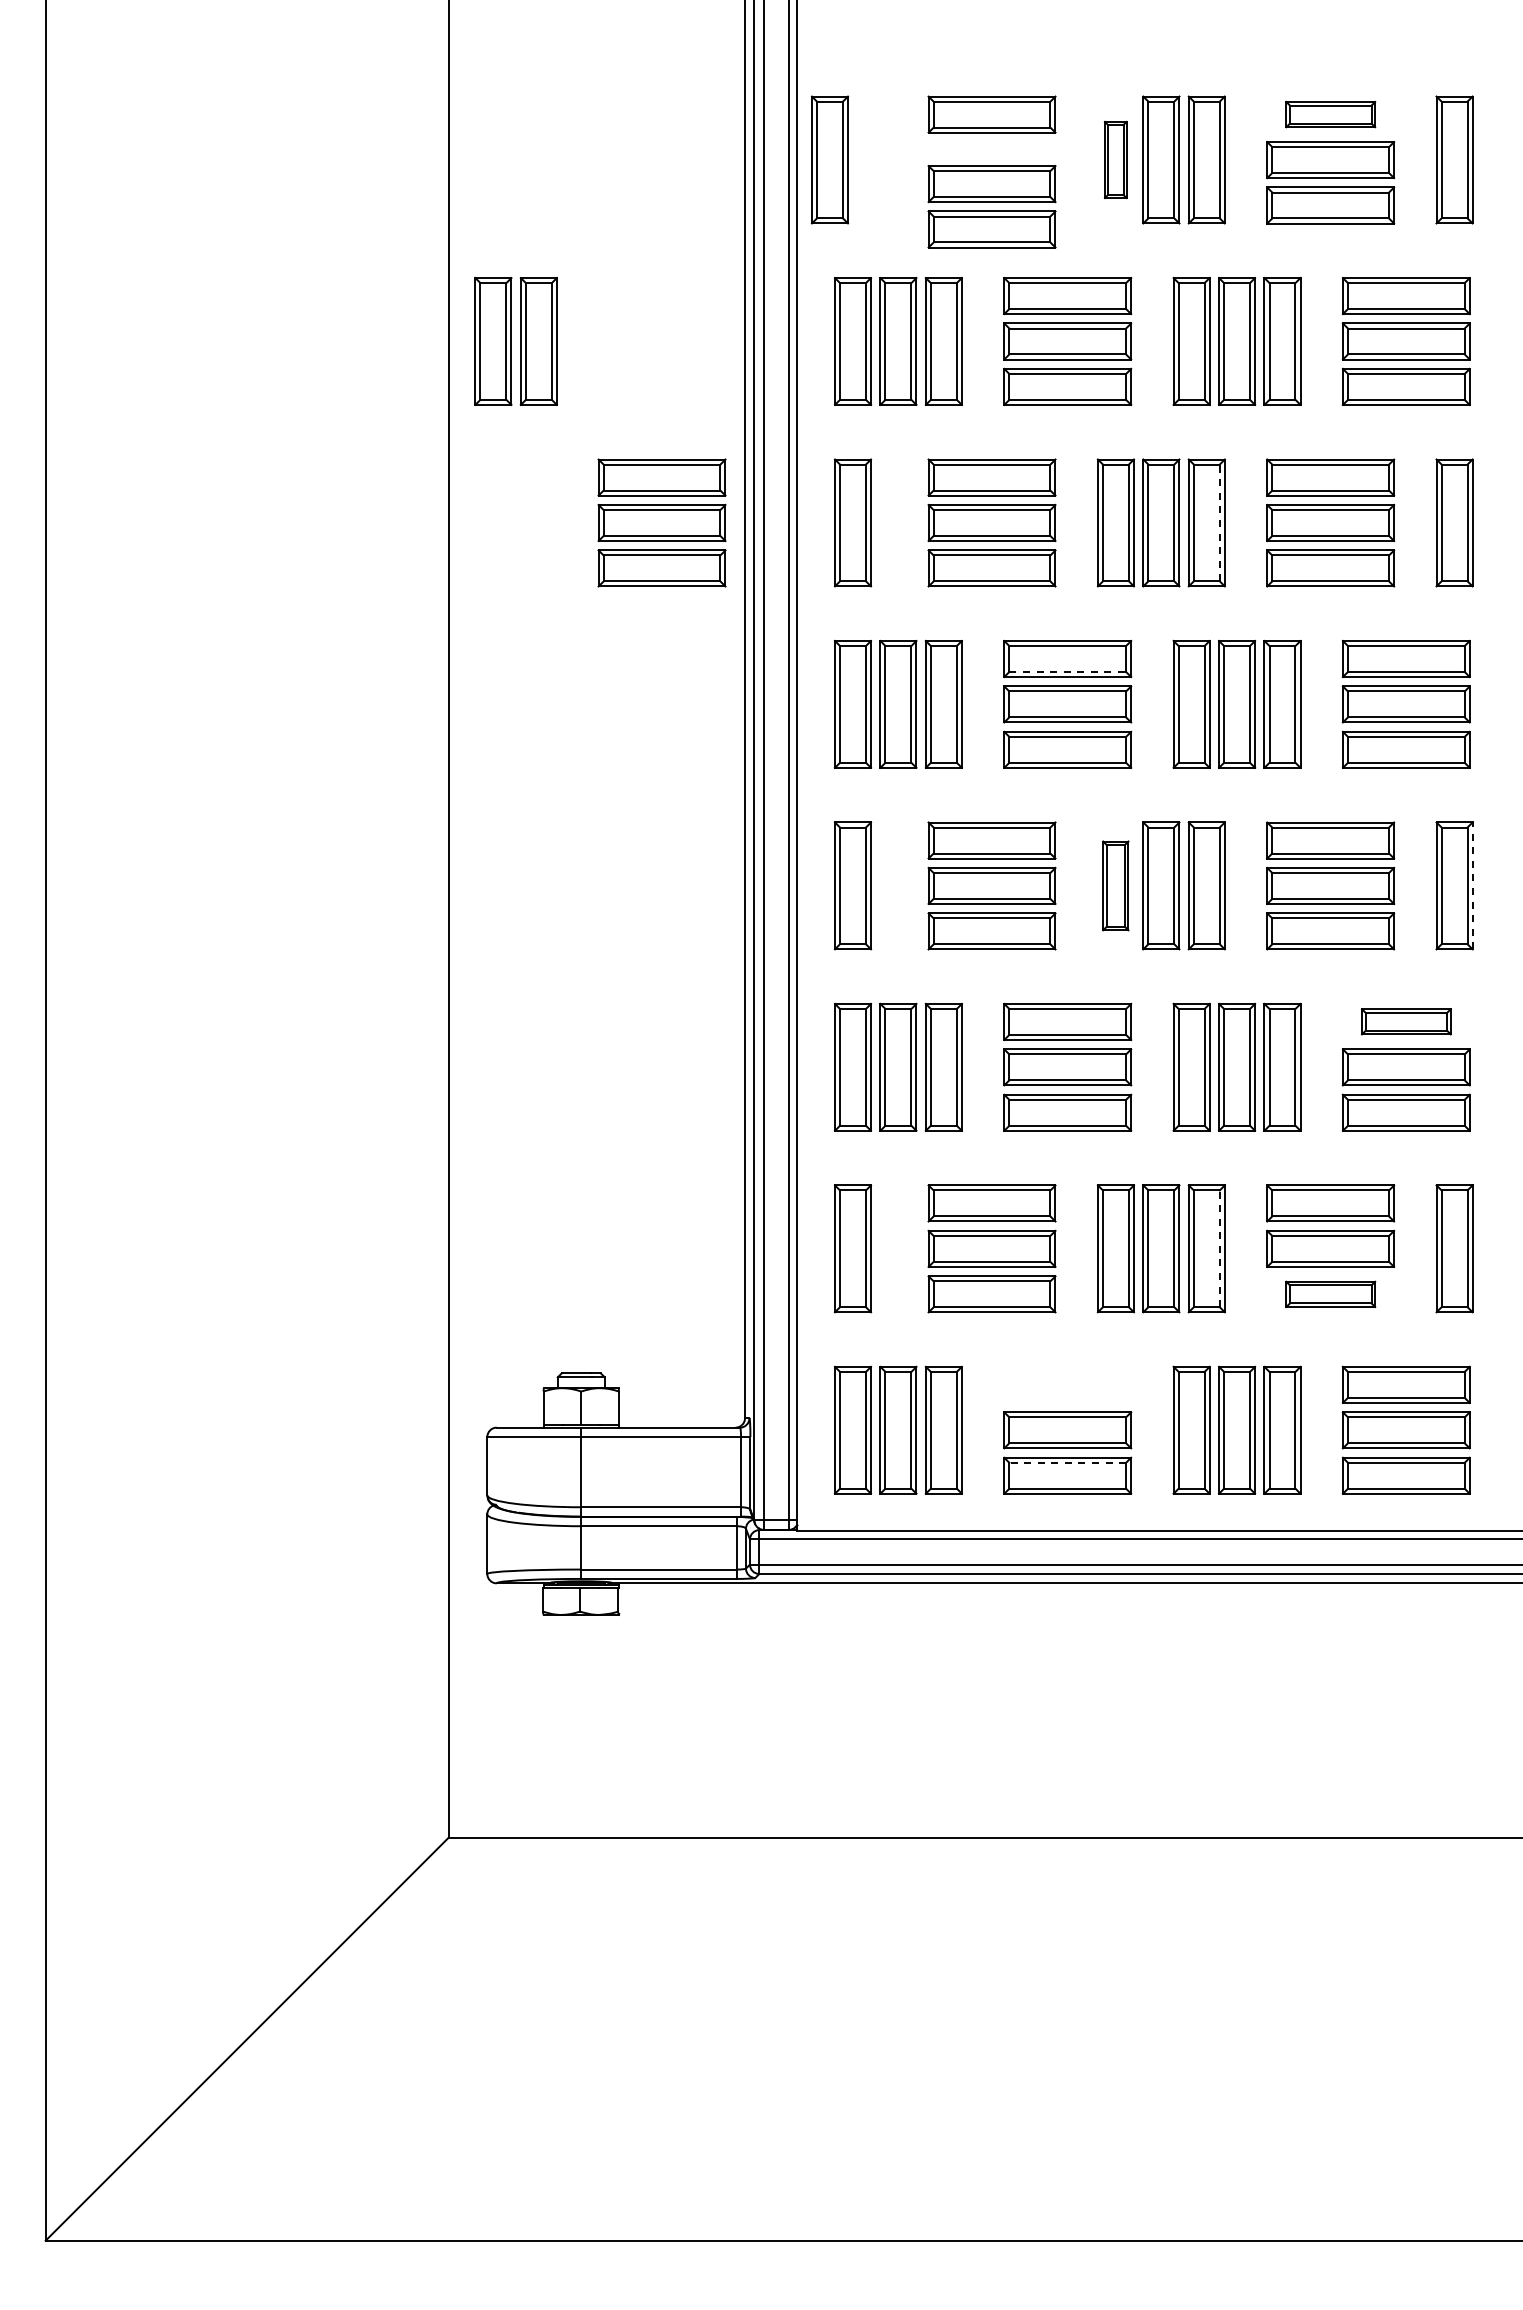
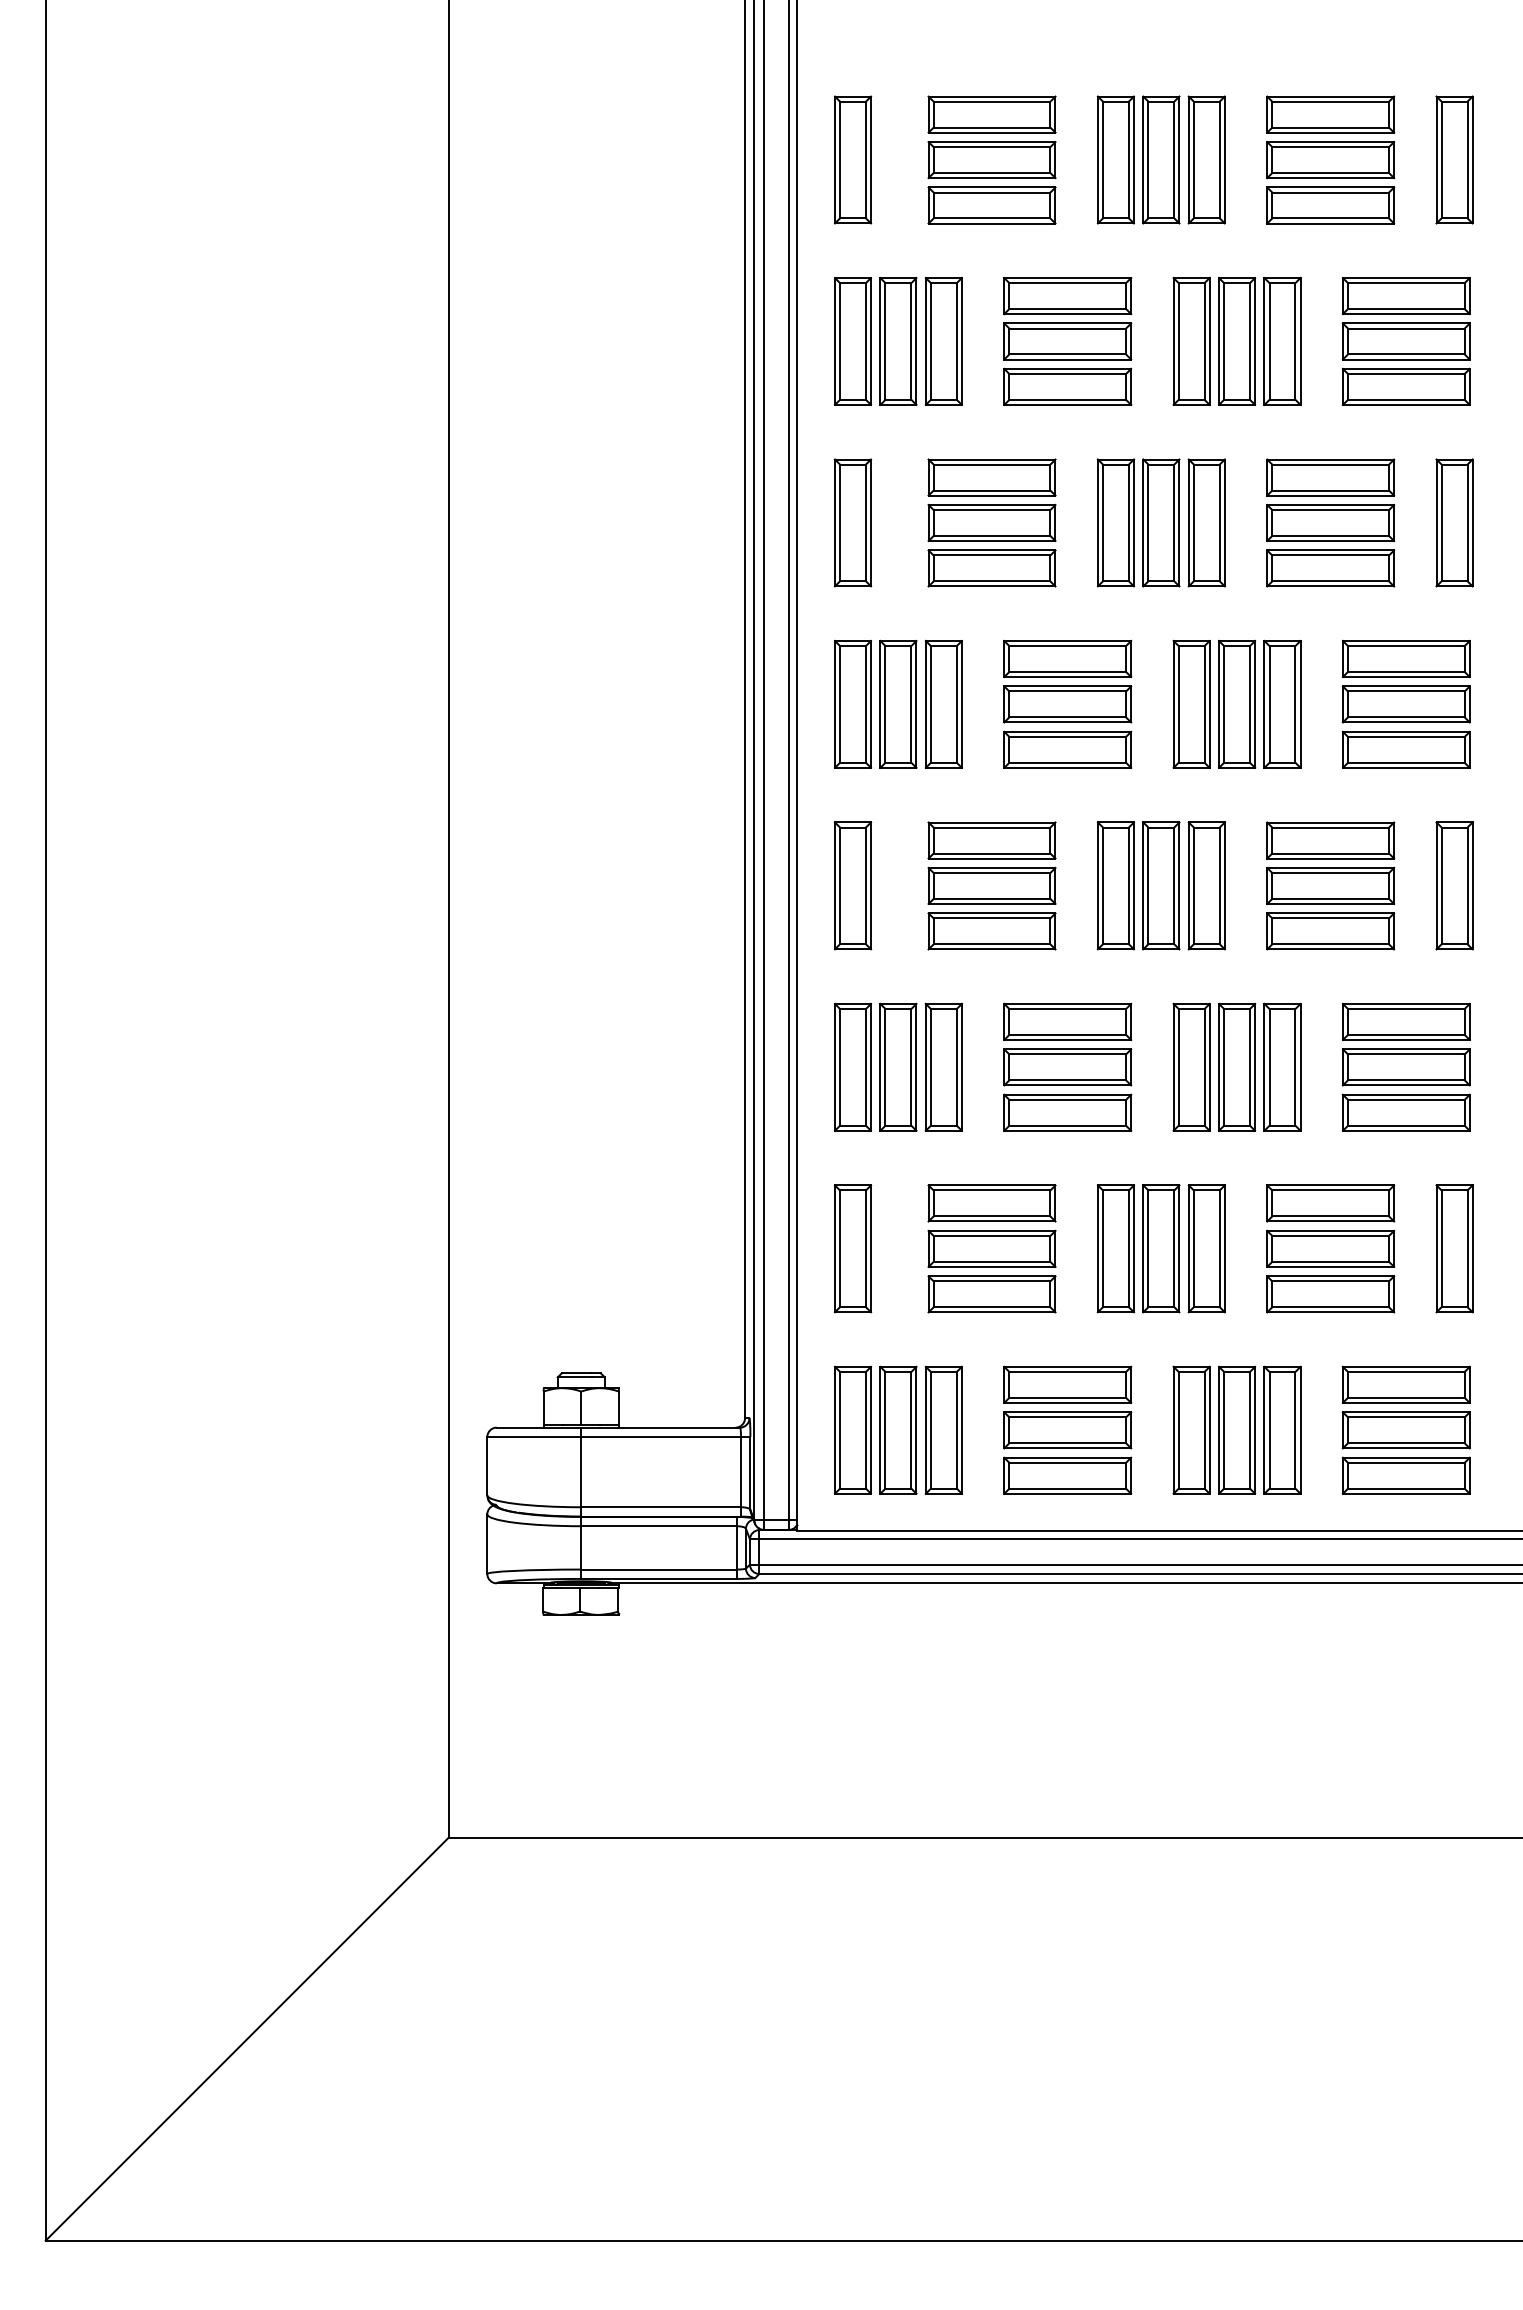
part at (1330, 114) size: 92x29 px -> 130x39 px
part at (829, 159) position: (829, 159) -> (852, 159)
part at (1115, 159) size: 24x80 px -> 39x130 px
part at (991, 206) position: (991, 206) -> (991, 182)
part at (515, 341): present -> none
part at (661, 522): present -> none
line at (1219, 522): dashed -> solid
line at (1068, 672): dashed -> solid
part at (1115, 885) size: 28x92 px -> 39x130 px
line at (1472, 885): dashed -> solid
part at (1406, 1021) size: 91x28 px -> 129x39 px
line at (1219, 1248): dashed -> solid
part at (1330, 1294) size: 92x29 px -> 130x39 px
part at (1067, 1384): none -> present
line at (1067, 1462): dashed -> solid
